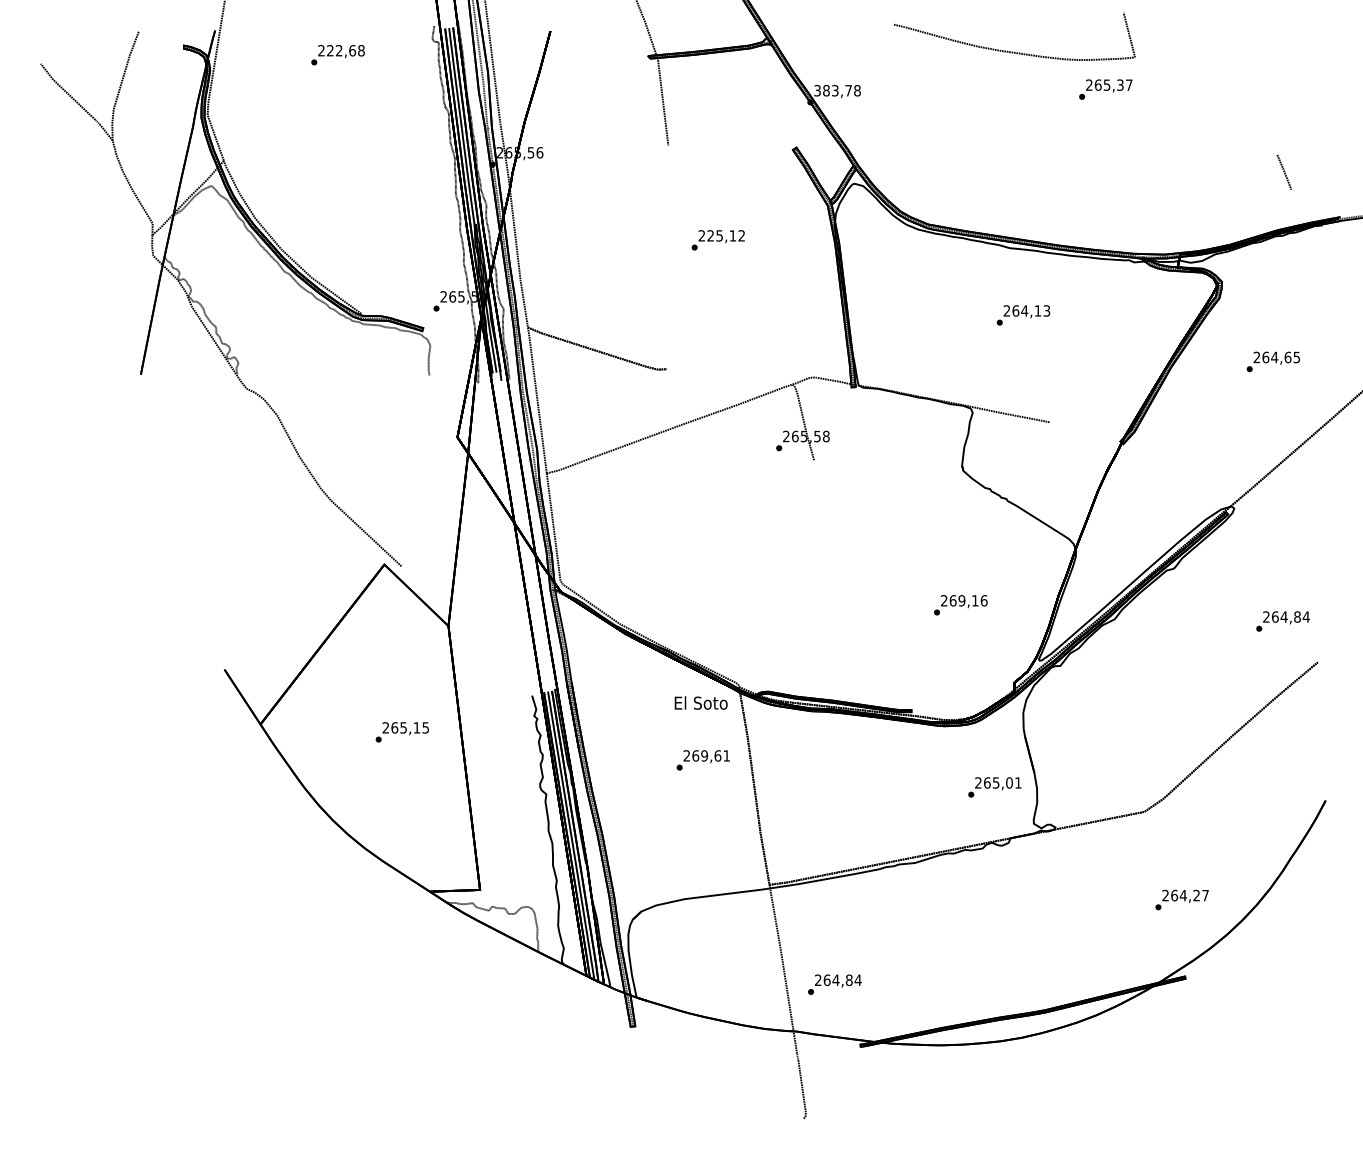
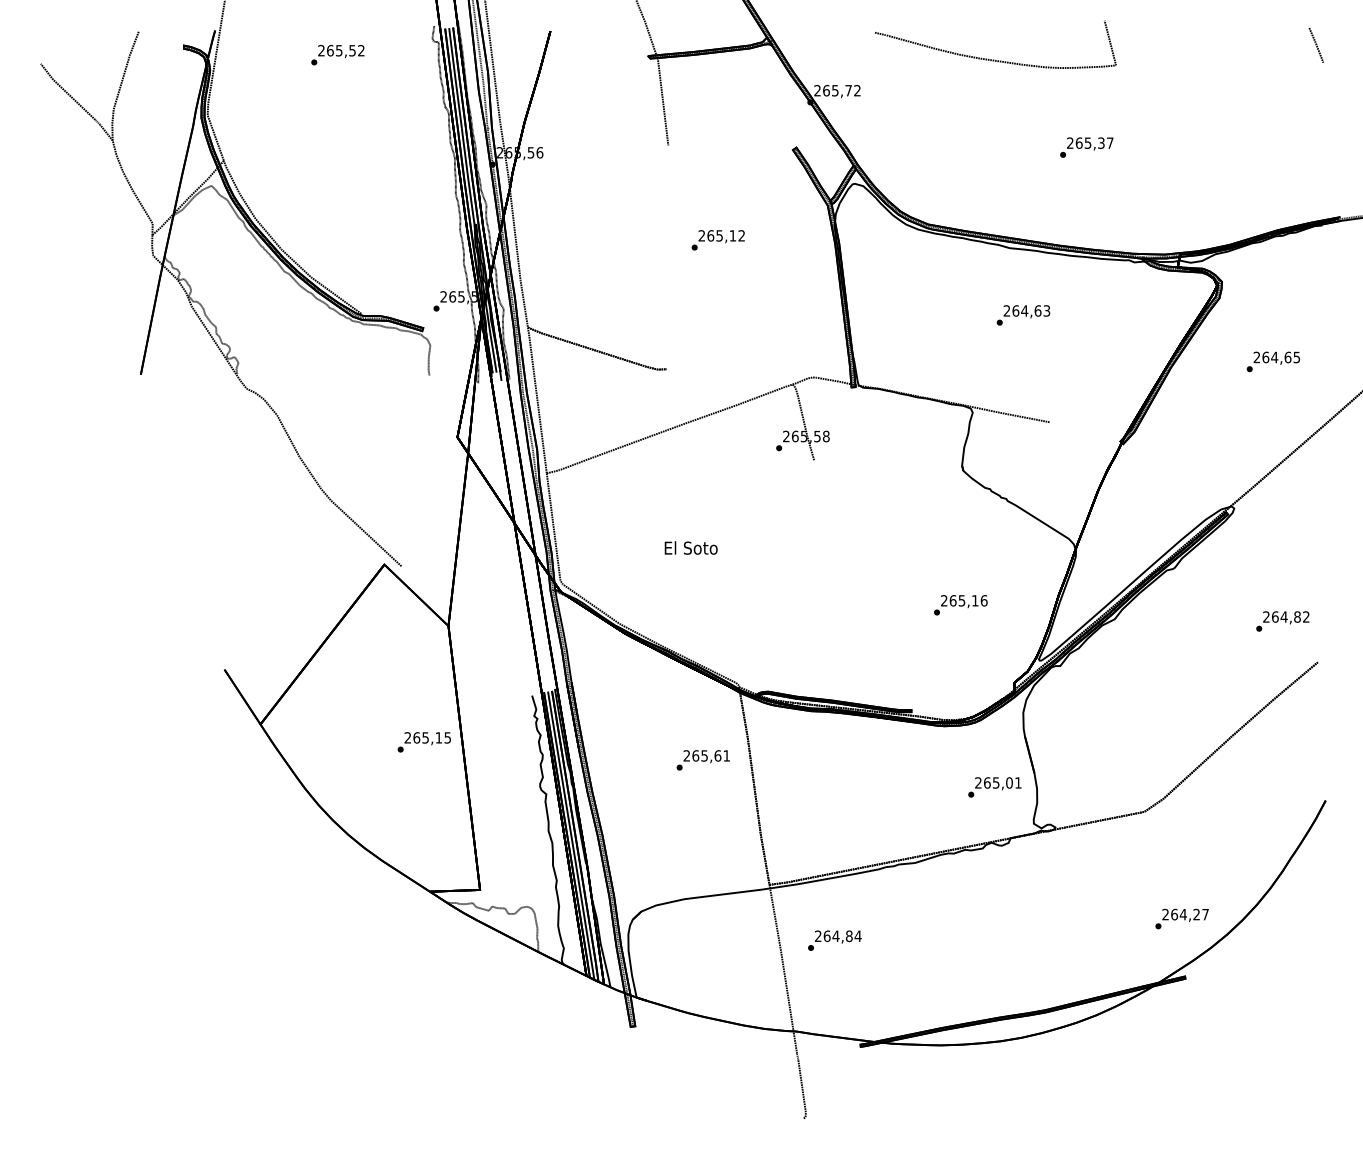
text at (345, 50): 222,68 -> 265,52
curve at (1013, 51) position: (1013, 51) -> (994, 59)
text at (1105, 89) position: (1105, 89) -> (1086, 147)
text at (837, 90): 383,78 -> 265,72
line at (1283, 172) position: (1283, 172) -> (1315, 45)
text at (710, 235): 225,12 -> 265,12
text at (1037, 310): 264,13 -> 264,63
text at (961, 600): 269,16 -> 265,16
text at (1305, 616): 264,84 -> 264,82
text at (700, 702) position: (700, 702) -> (690, 547)
text at (401, 732) position: (401, 732) -> (423, 742)
text at (704, 755): 269,61 -> 265,61
text at (1181, 899) position: (1181, 899) -> (1181, 918)
text at (834, 984) position: (834, 984) -> (834, 940)
